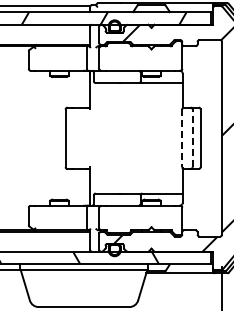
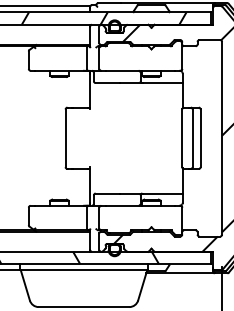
line at (182, 138): dashed -> solid
line at (192, 138): dashed -> solid
